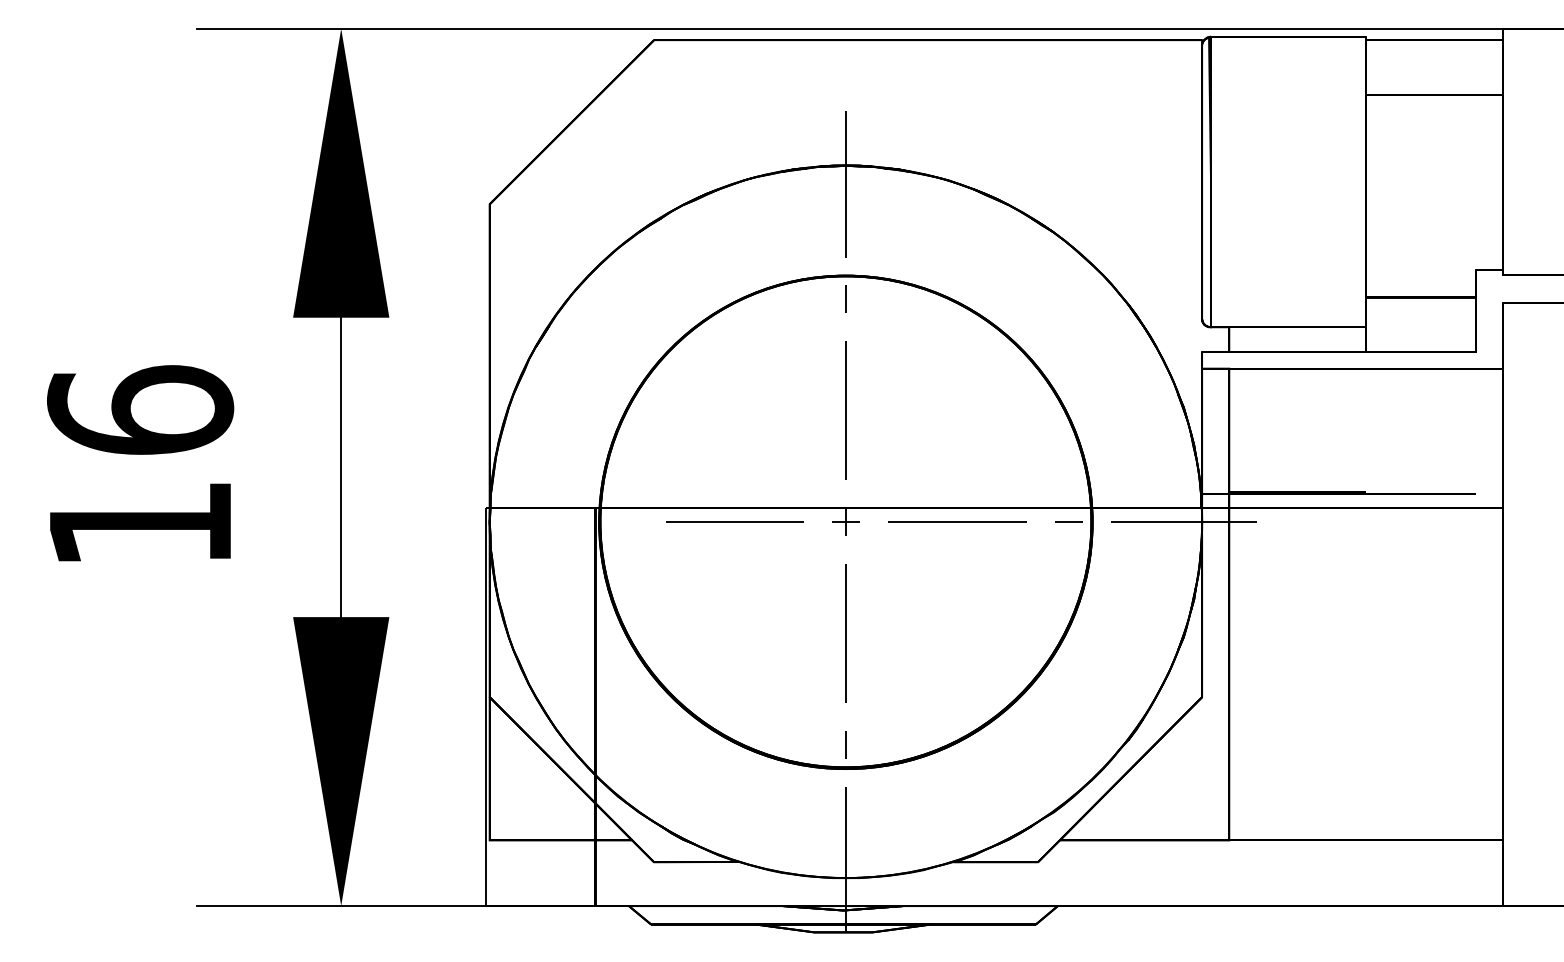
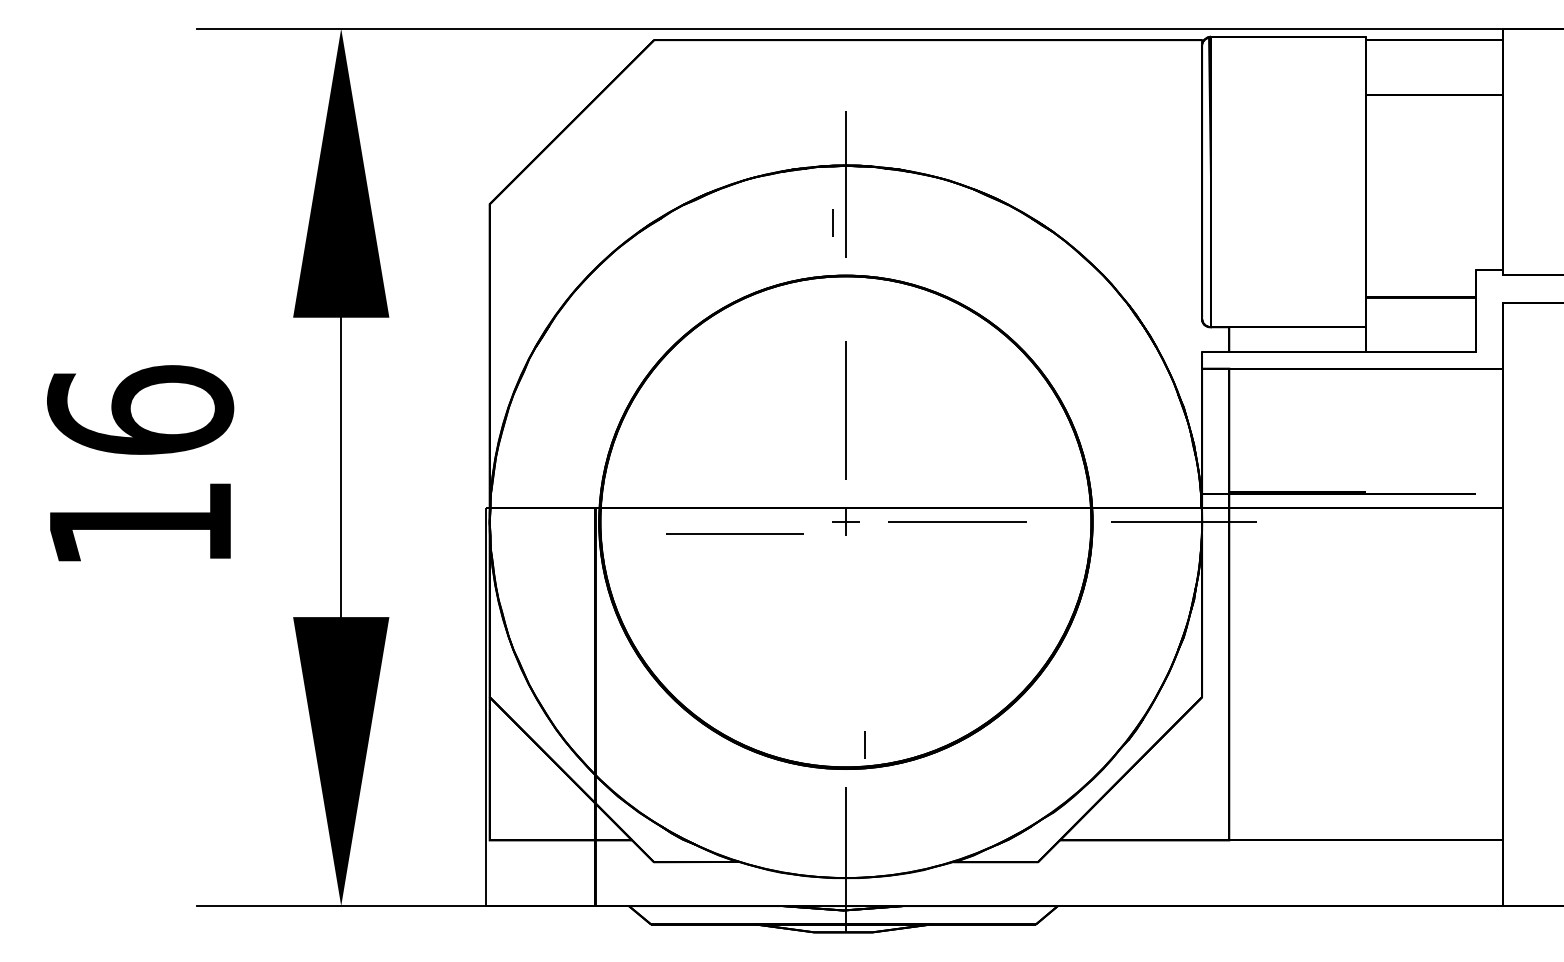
line at (845, 298) position: (845, 298) -> (832, 222)
line at (734, 521) position: (734, 521) -> (734, 533)
line at (1068, 521): present -> none
line at (845, 633): present -> none
line at (845, 744) position: (845, 744) -> (864, 744)
